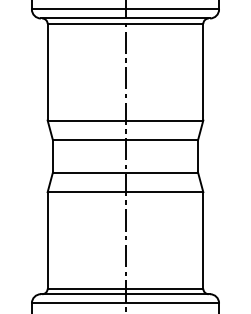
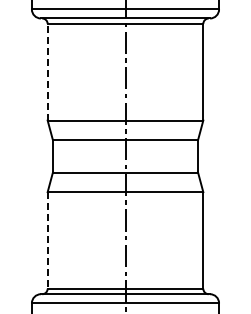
line at (47, 71): solid -> dashed
line at (47, 240): solid -> dashed
